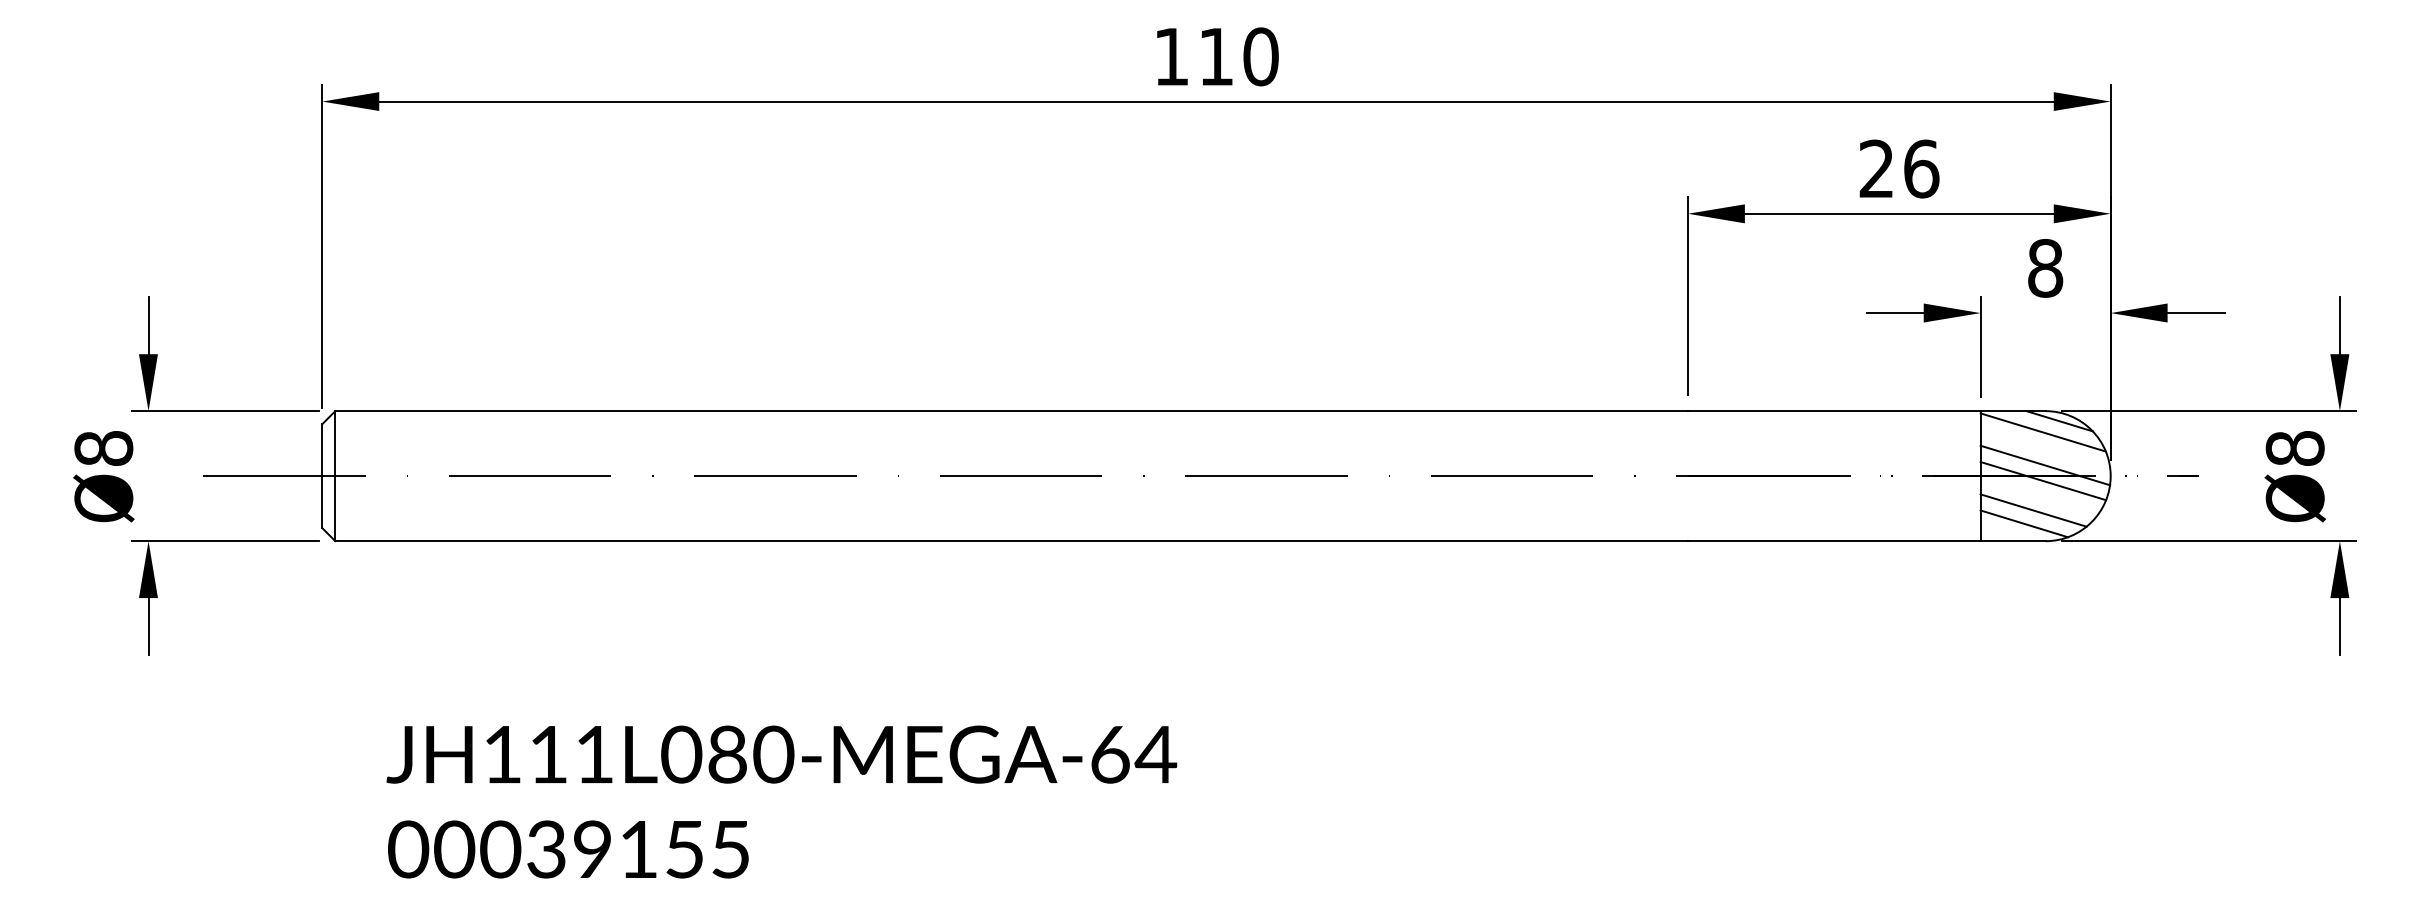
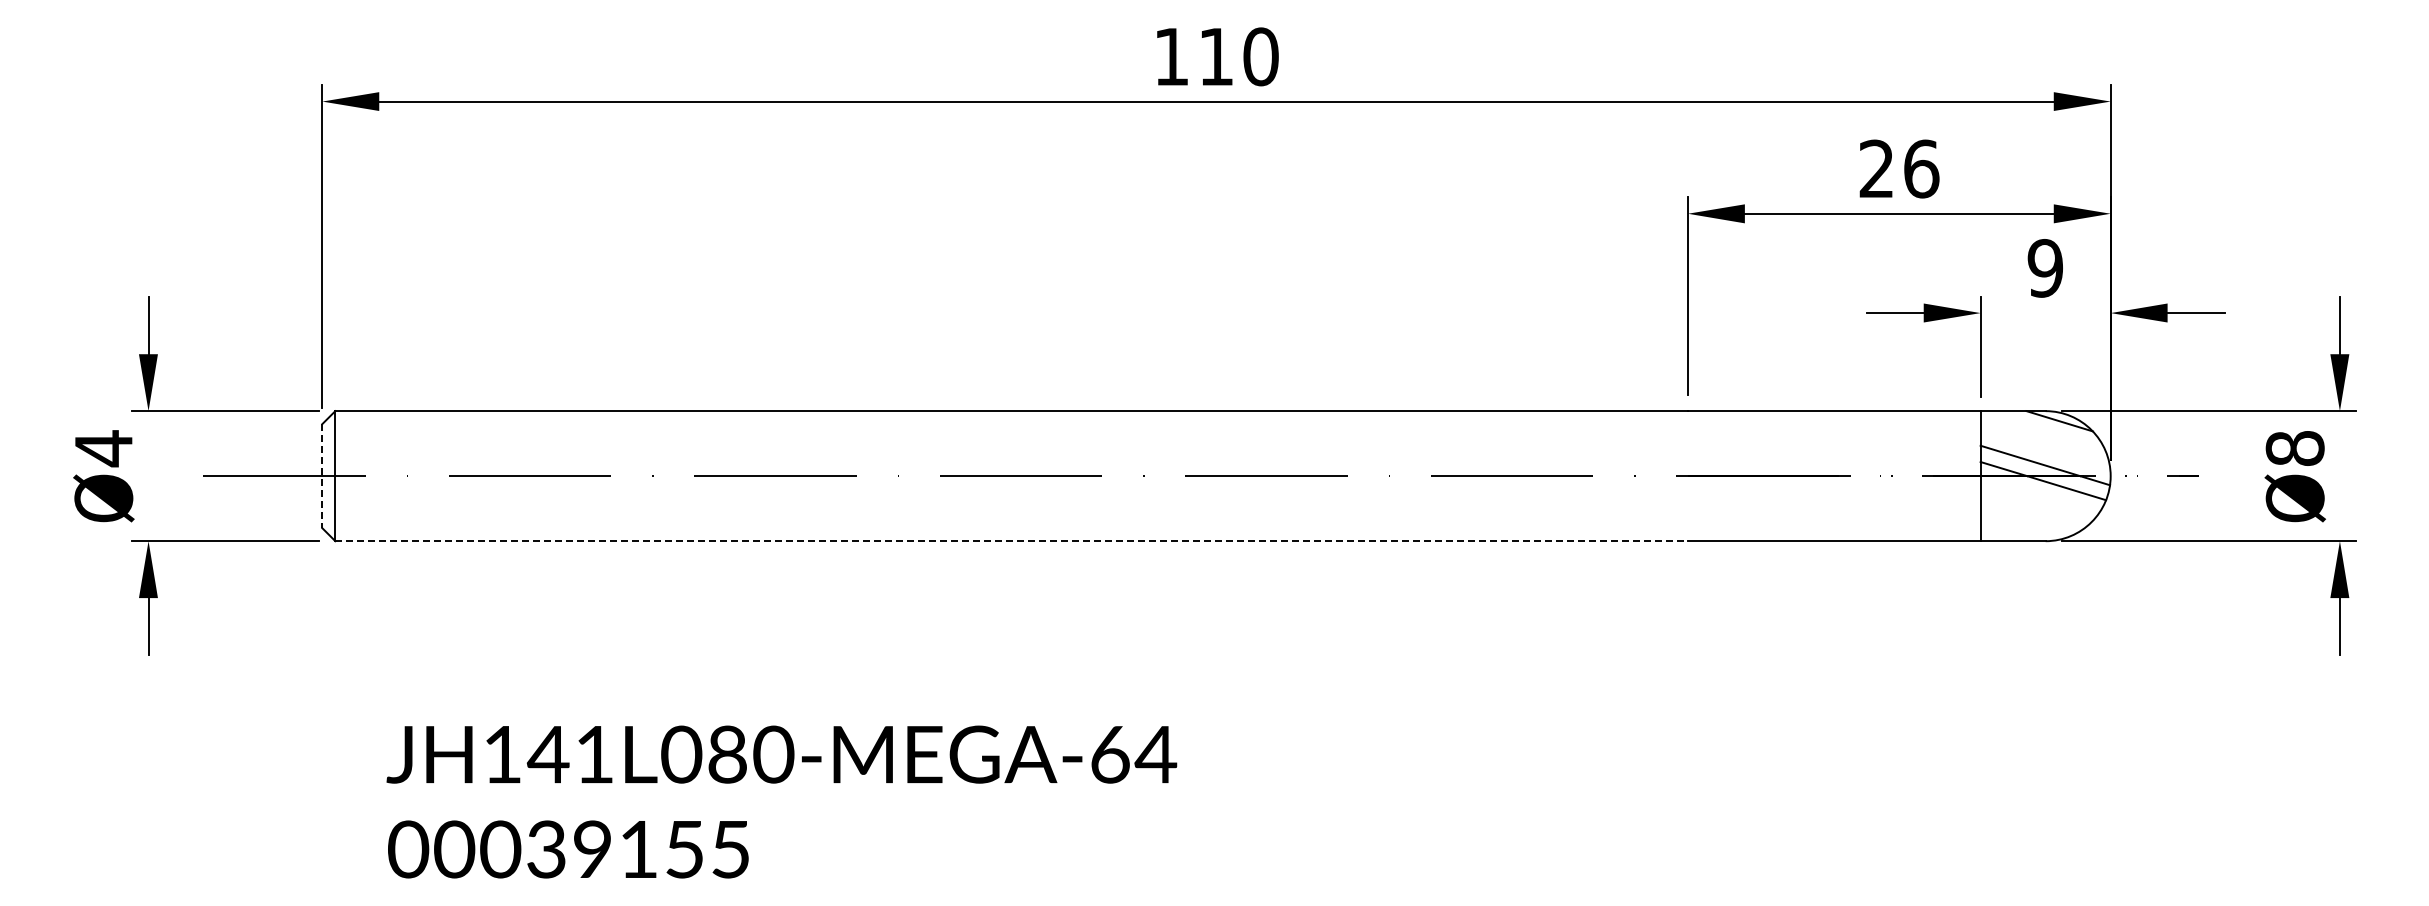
text at (2045, 268): 8 -> 9
line at (2042, 432): present -> none
text at (103, 448): Ø8 -> Ø4
line at (322, 476): solid -> dashed
line at (2033, 510): present -> none
line at (2024, 523): present -> none
line at (1012, 541): solid -> dashed
text at (547, 754): JH111L080-MEGA-64 -> JH141L080-MEGA-64
